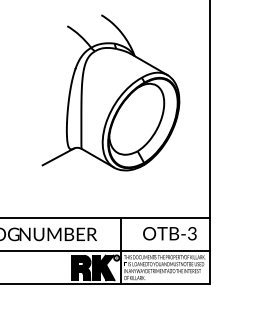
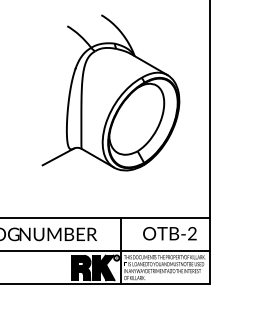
text at (192, 235): OTB-3 -> OTB-2
